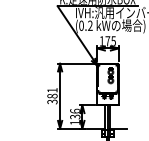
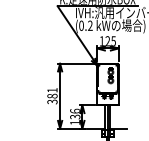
text at (107, 41): 175 -> 125
